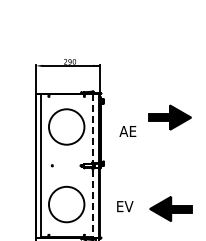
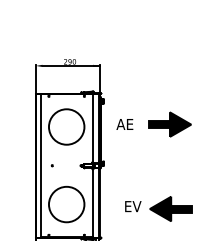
part at (169, 117) position: (169, 117) -> (169, 124)
line at (92, 128): dashed -> solid
text at (127, 131) position: (127, 131) -> (124, 124)
line at (92, 204): dashed -> solid
text at (125, 206) position: (125, 206) -> (133, 206)
